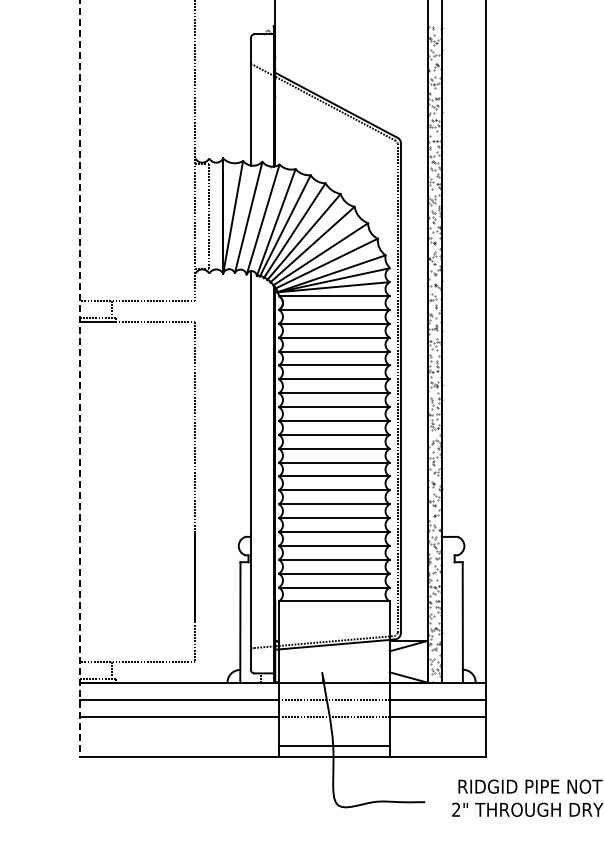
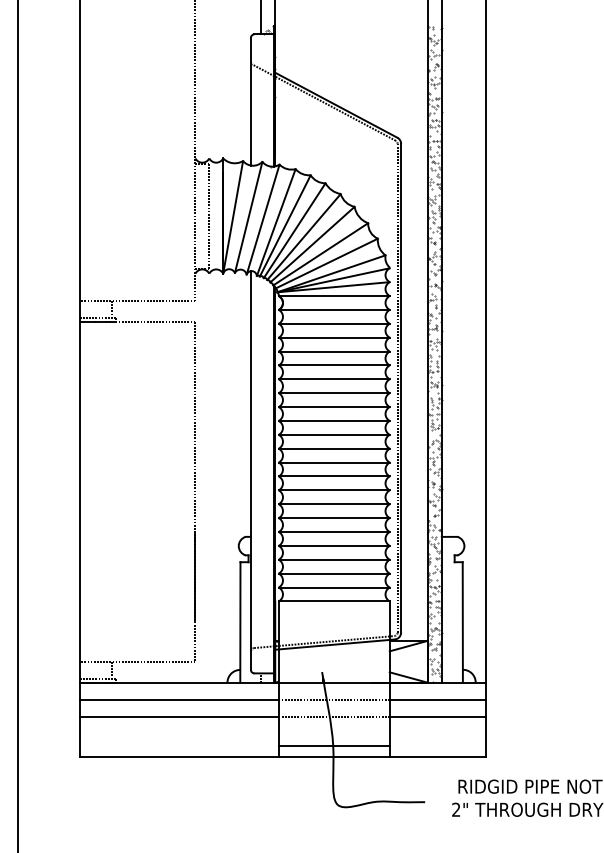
line at (261, 18): none -> present
line at (79, 379): dashed -> solid
line at (18, 425): none -> present
